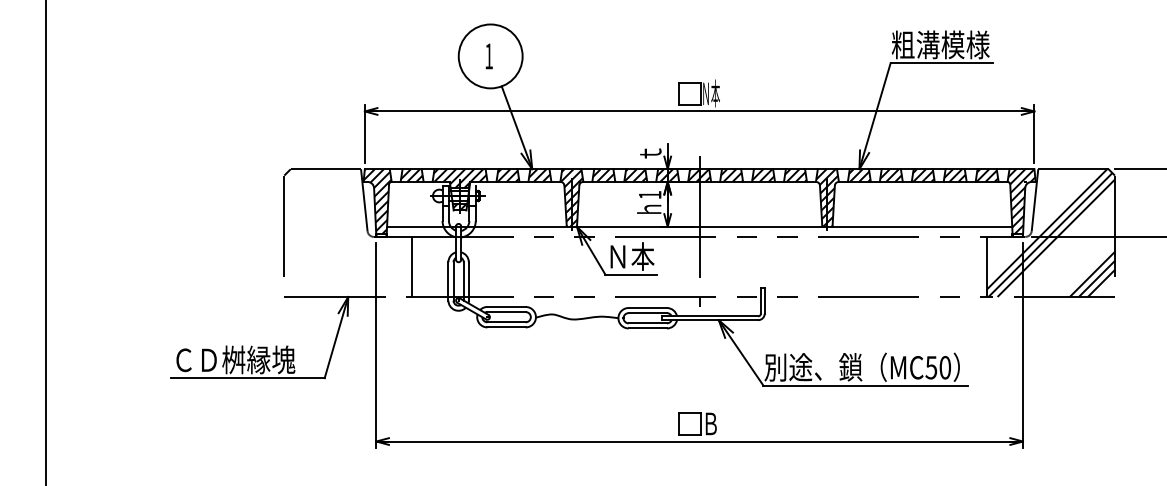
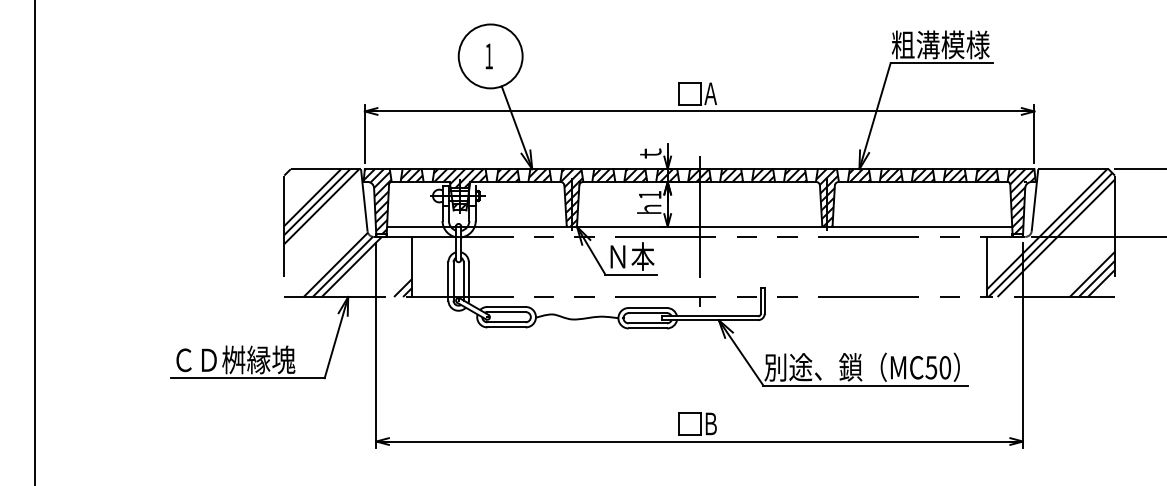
text at (711, 93): Ｎ本 -> Ａ
hatch at (348, 232): none -> present
line at (46, 242) position: (46, 242) -> (35, 242)
